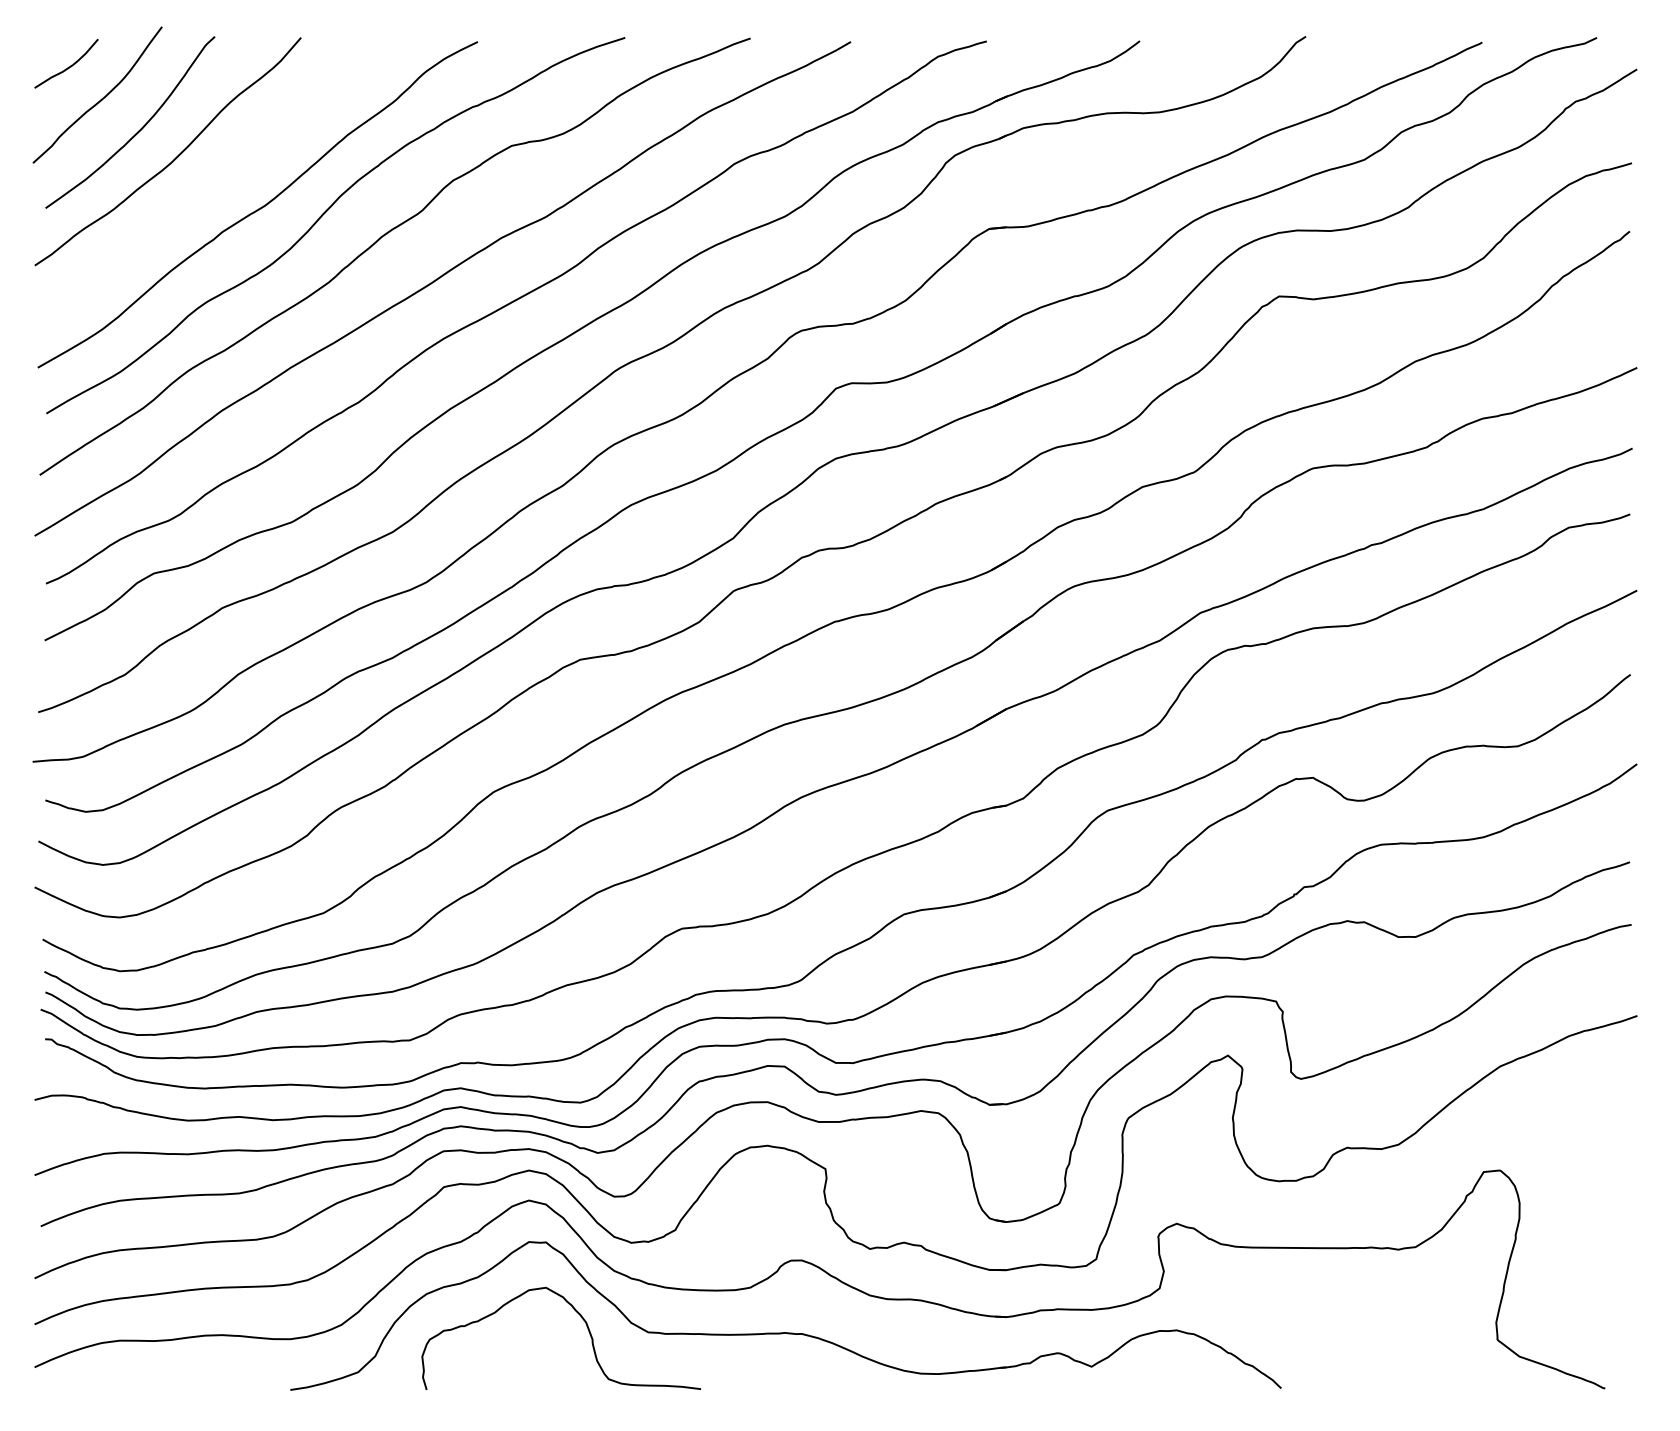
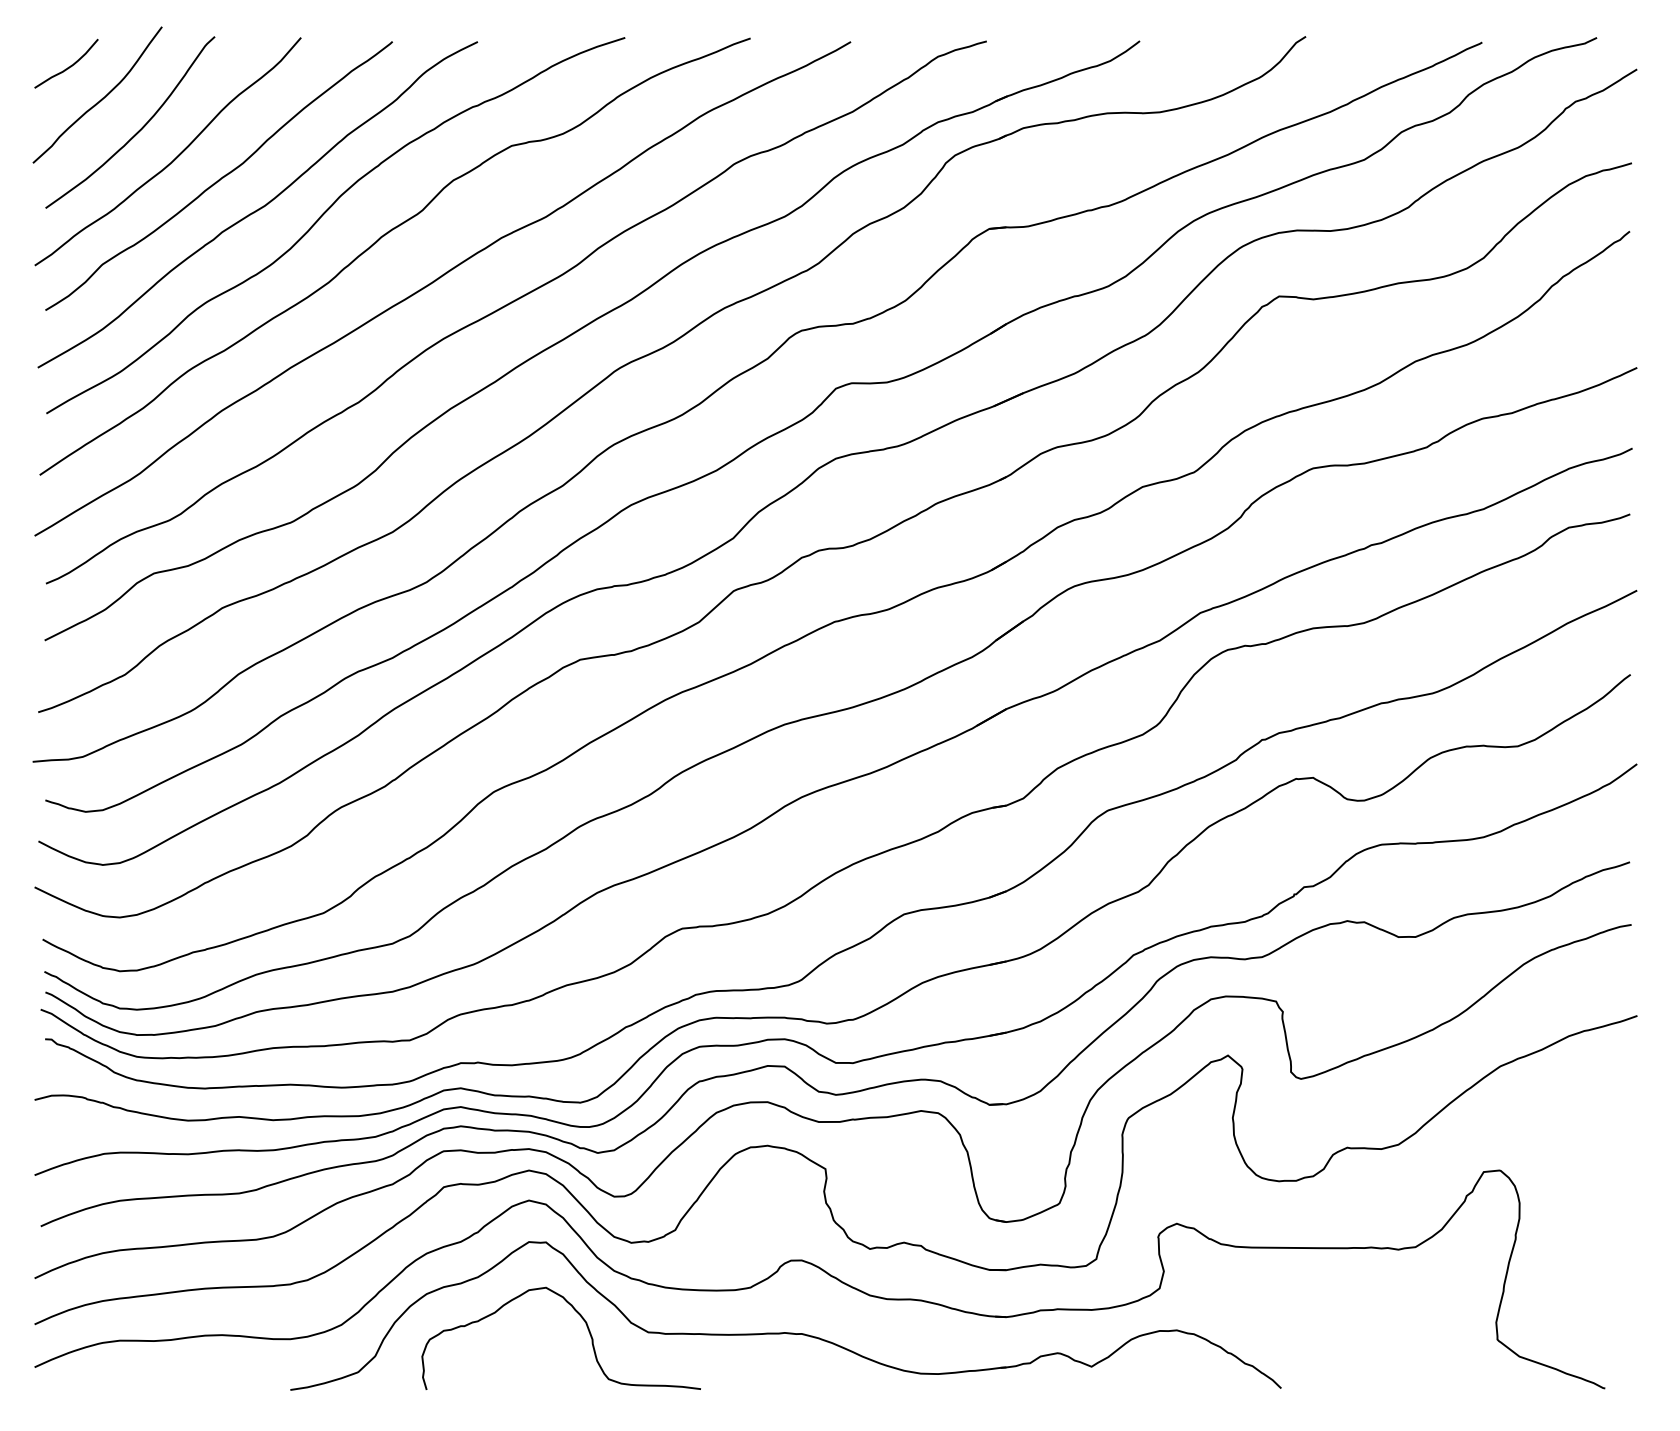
curve at (219, 178): none -> present
